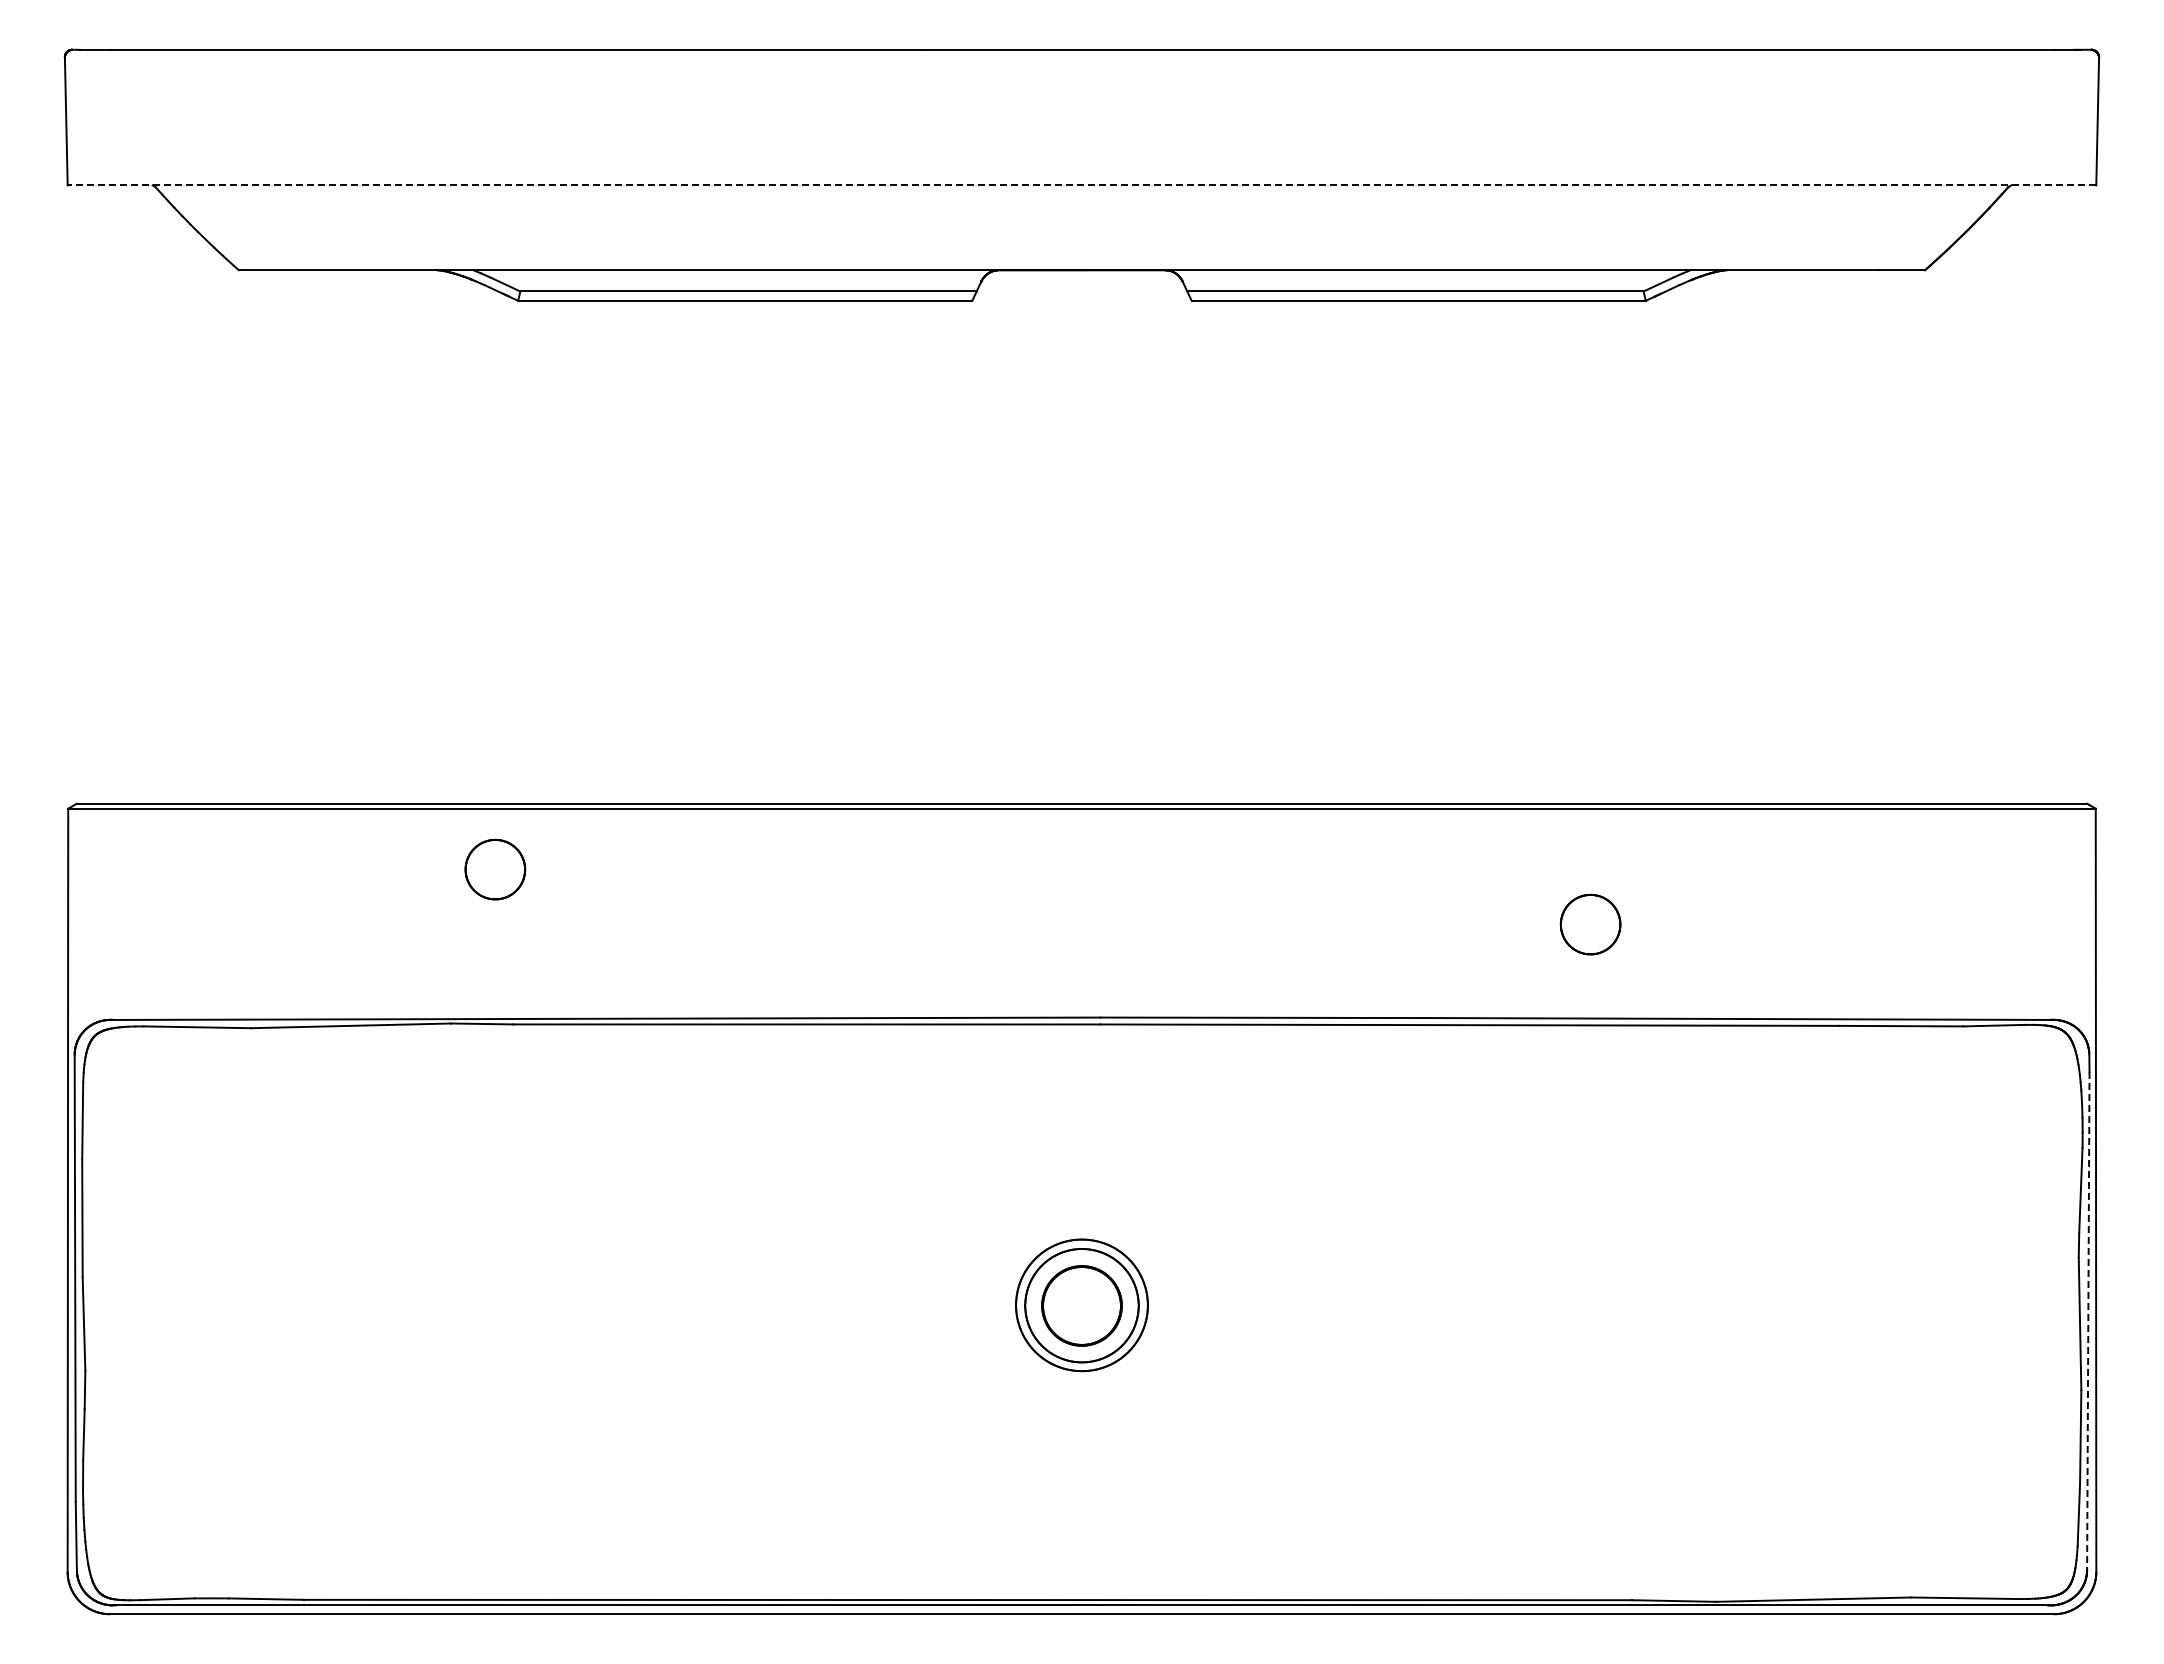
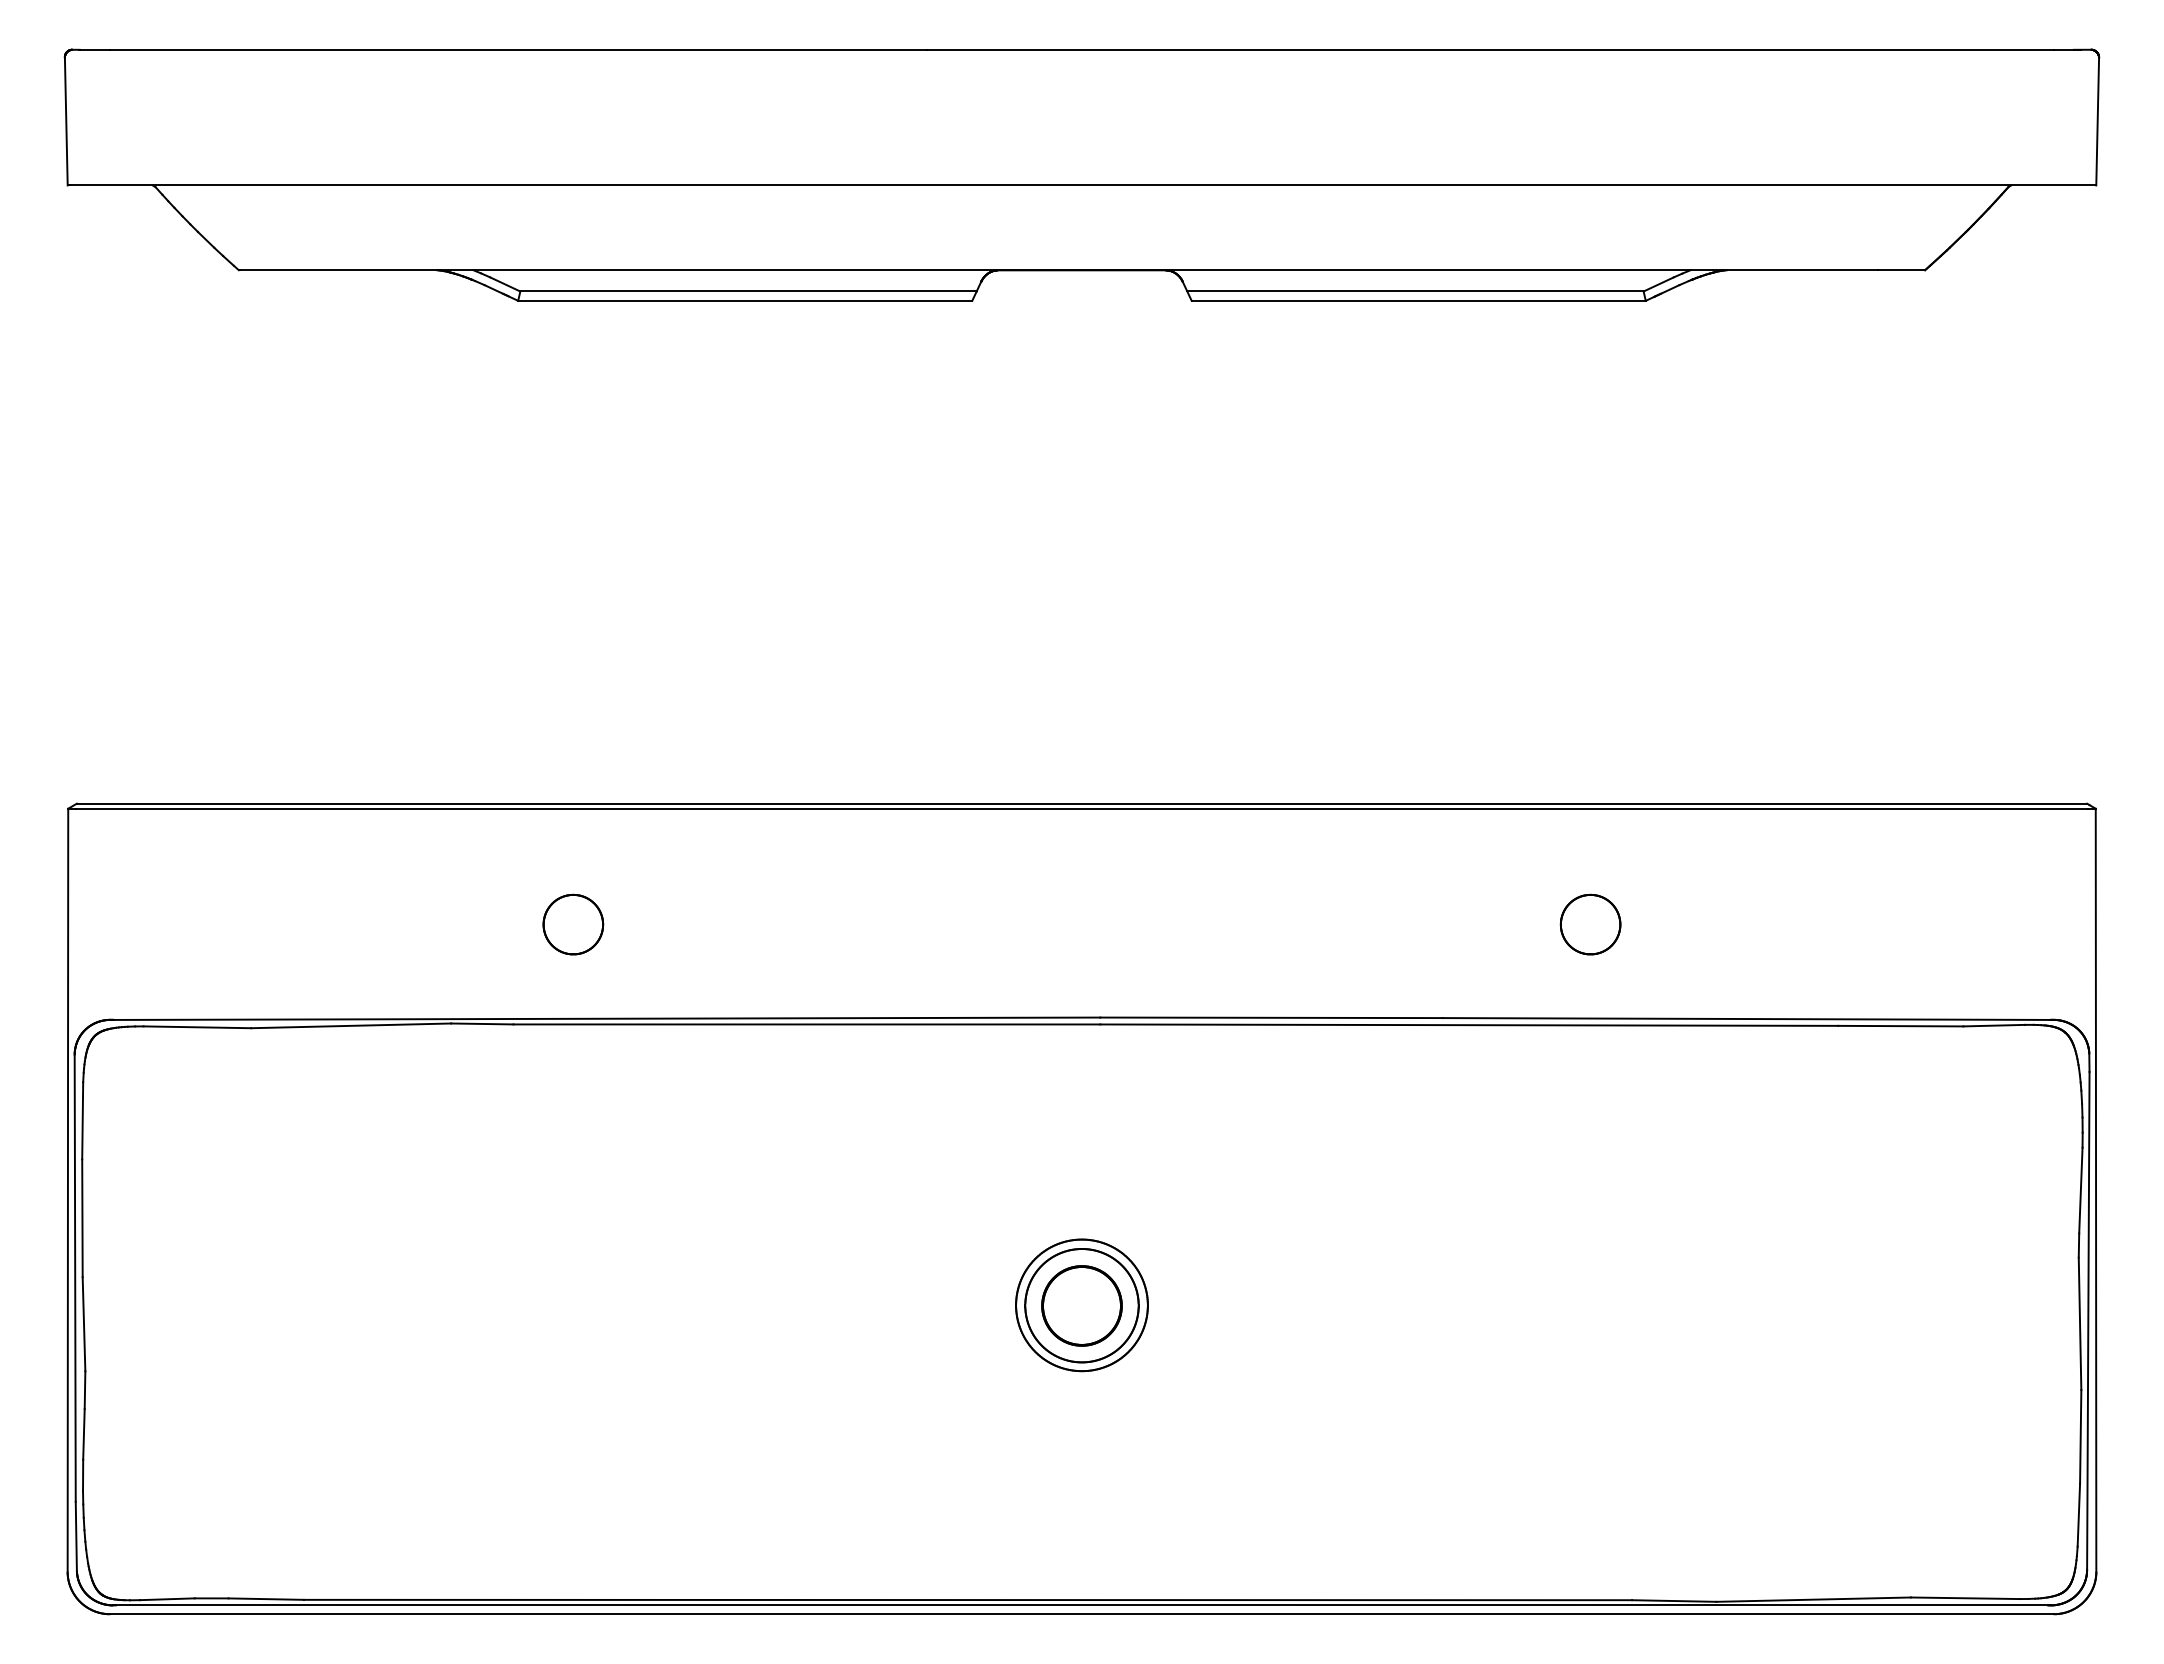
line at (1083, 185): dashed -> solid
part at (495, 869) position: (495, 869) -> (573, 924)
line at (2088, 1321): dashed -> solid
